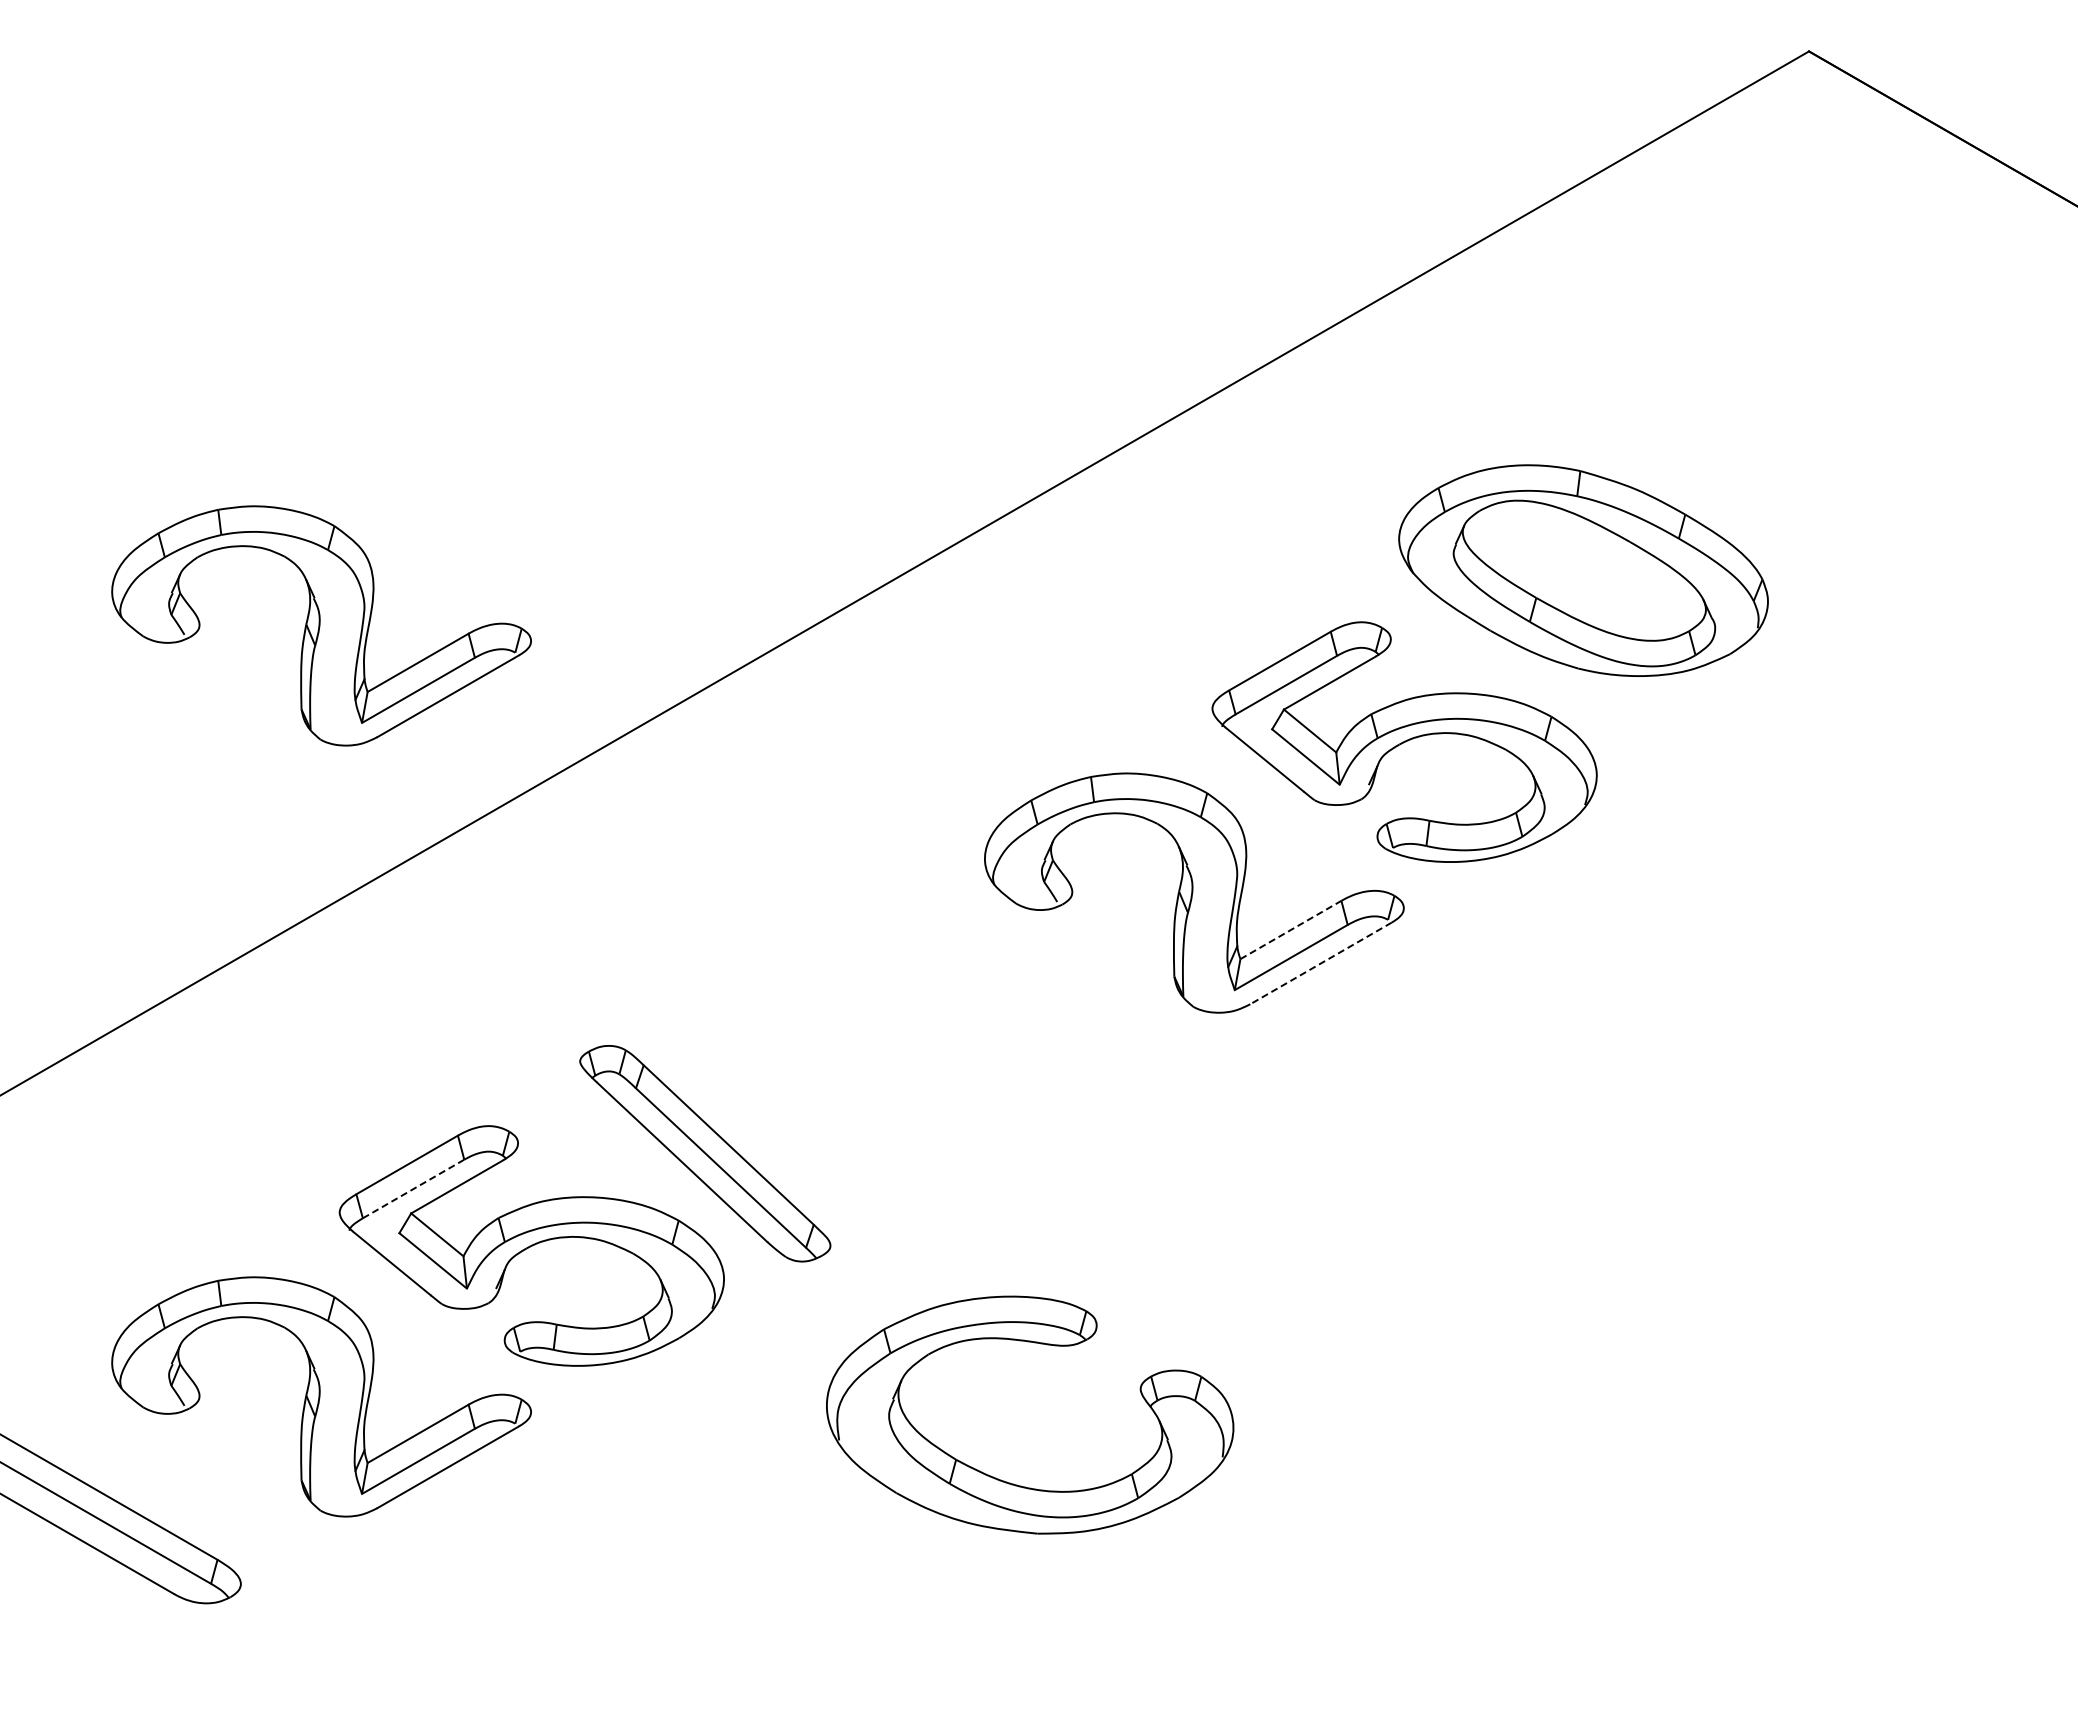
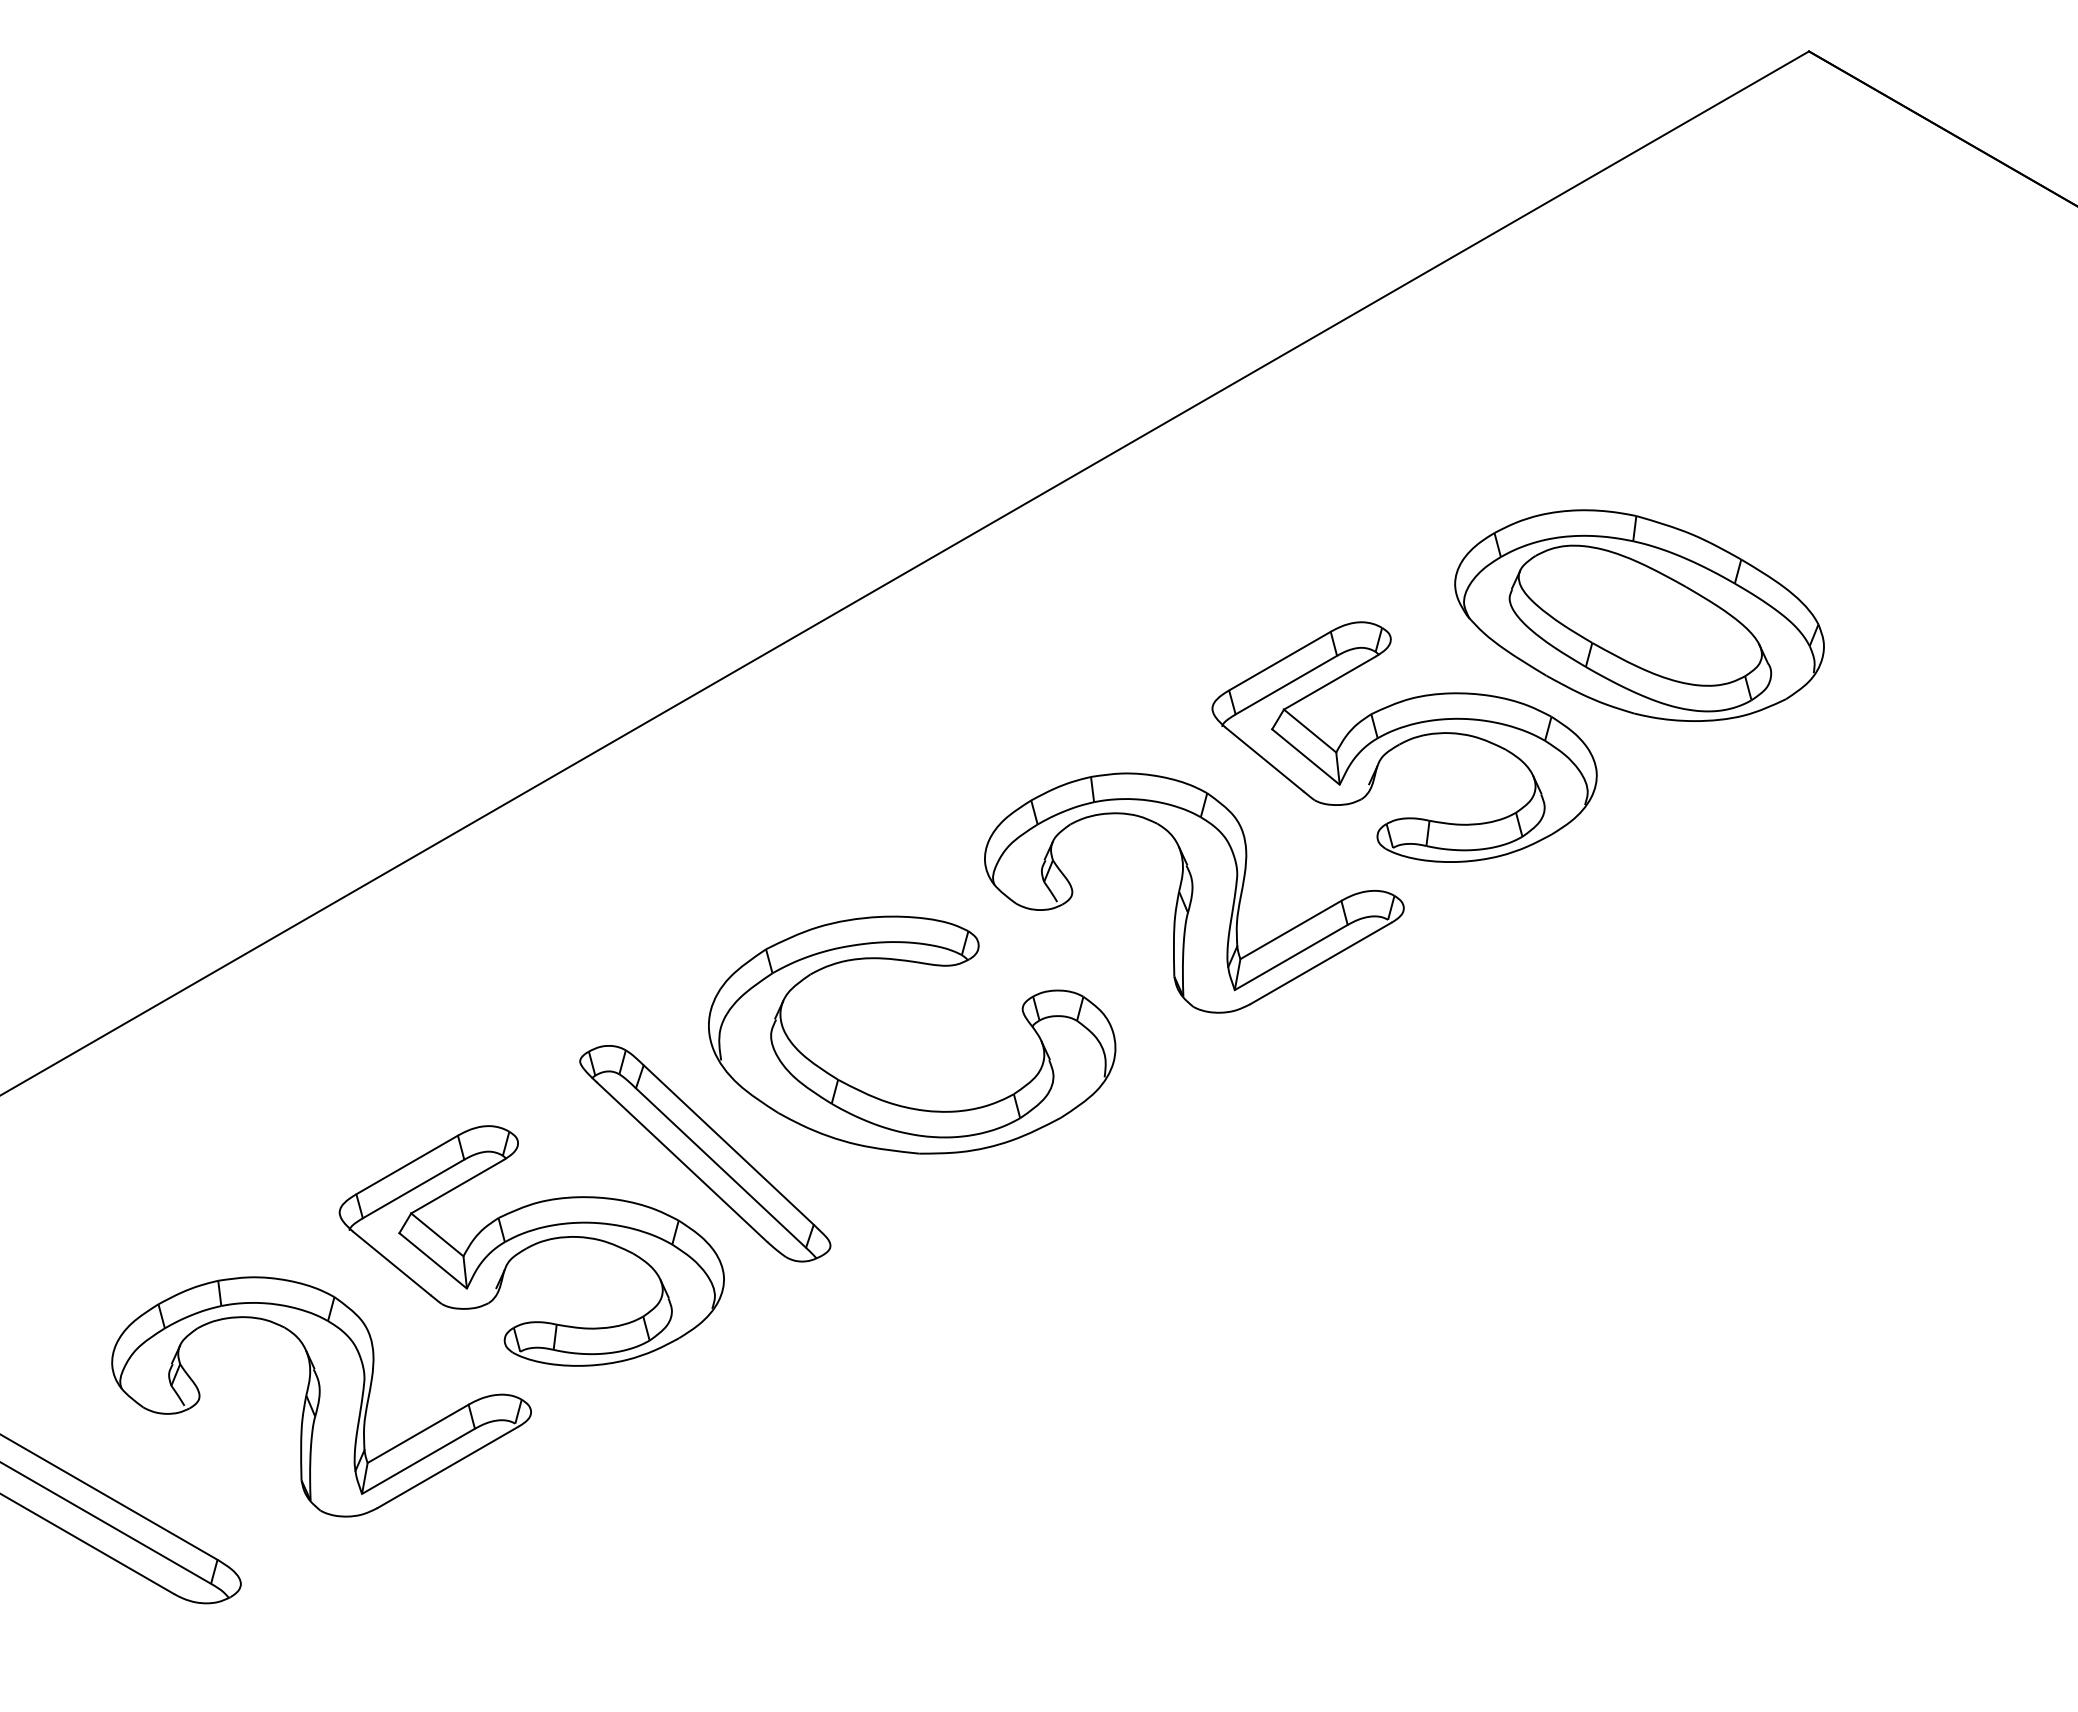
part at (1583, 570) position: (1583, 570) -> (1639, 615)
part at (321, 625): present -> none
line at (1291, 929): dashed -> solid
line at (1321, 963): dashed -> solid
line at (413, 1188): dashed -> solid
part at (1040, 1344) position: (1040, 1344) -> (922, 964)
